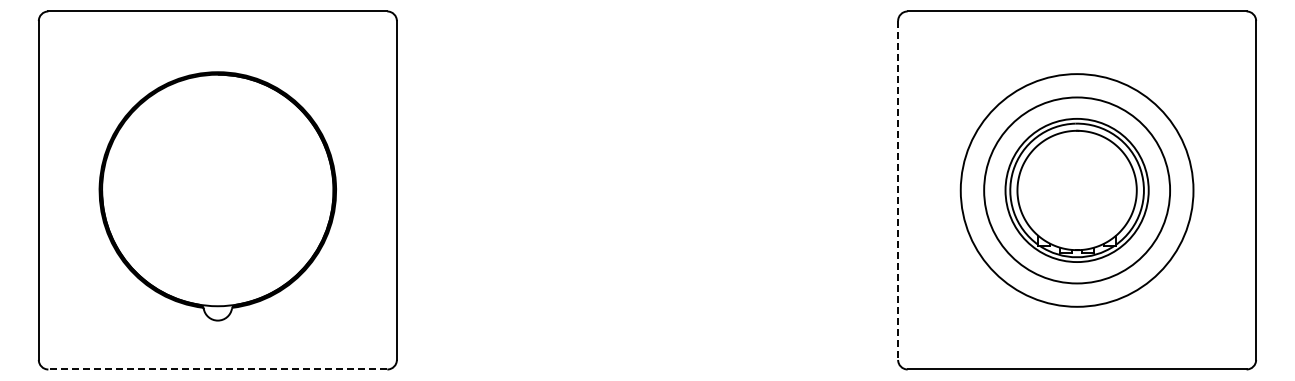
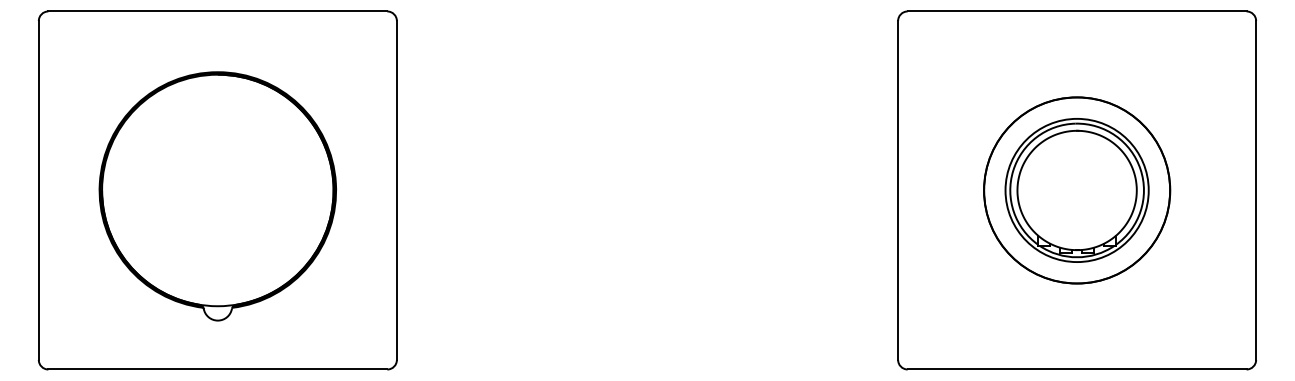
line at (898, 190): dashed -> solid
circle at (1076, 190) diameter: 233 px -> 186 px
line at (217, 369): dashed -> solid
